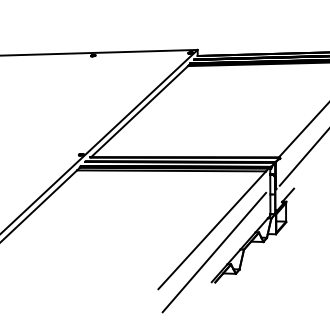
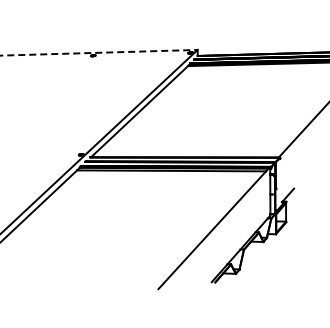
line at (99, 52): solid -> dashed
line at (302, 158): present -> none
line at (214, 252): present -> none
